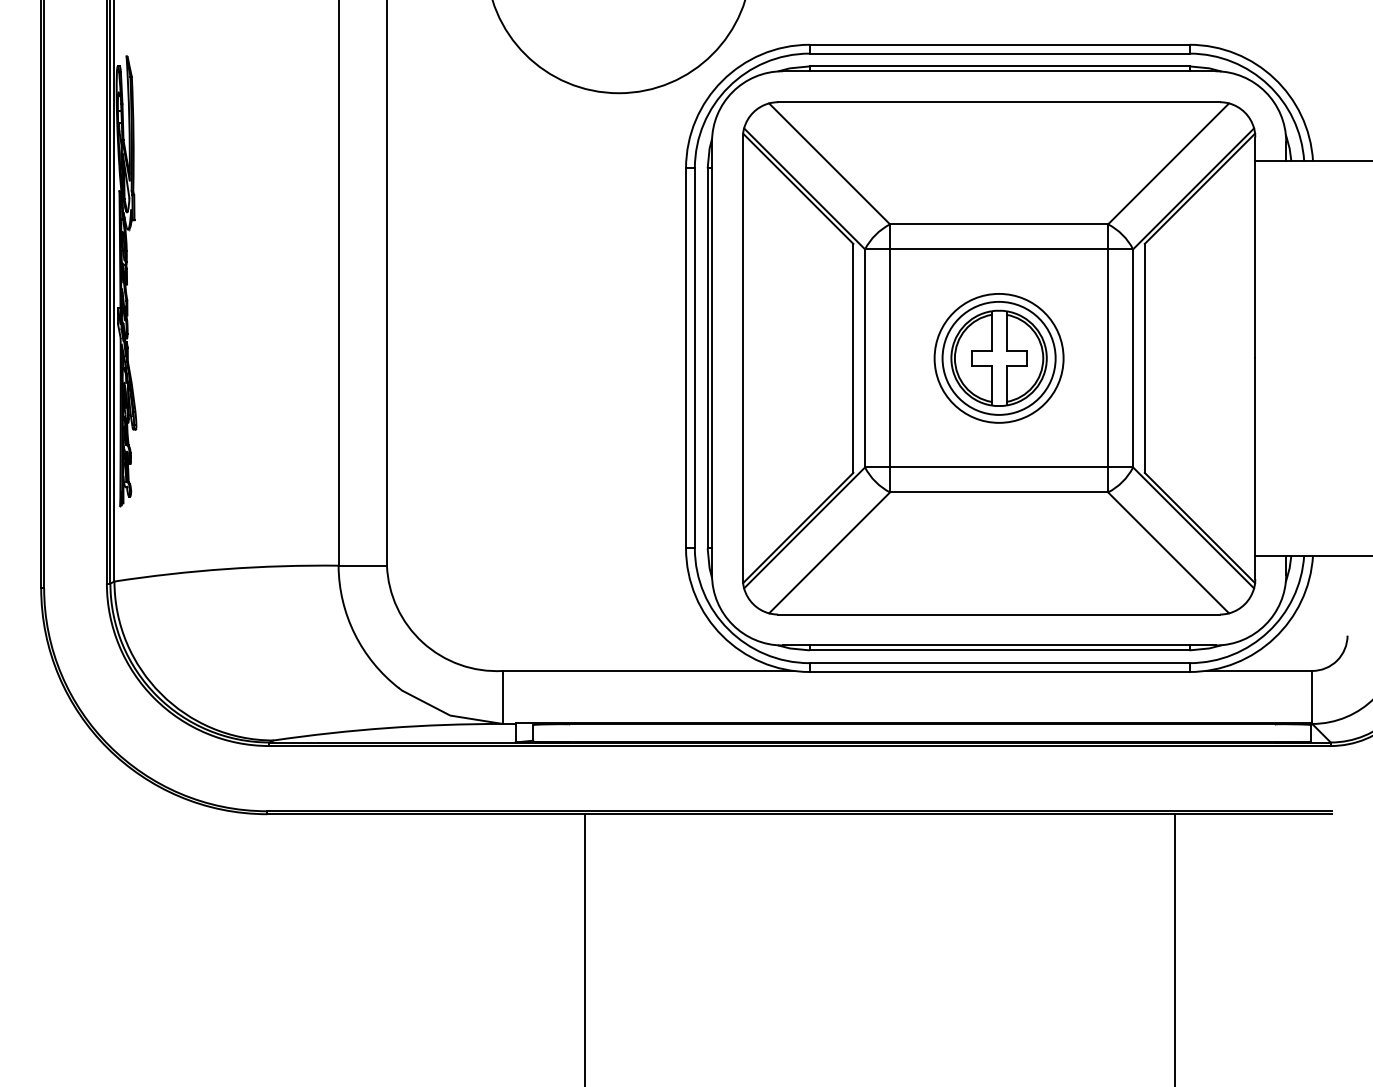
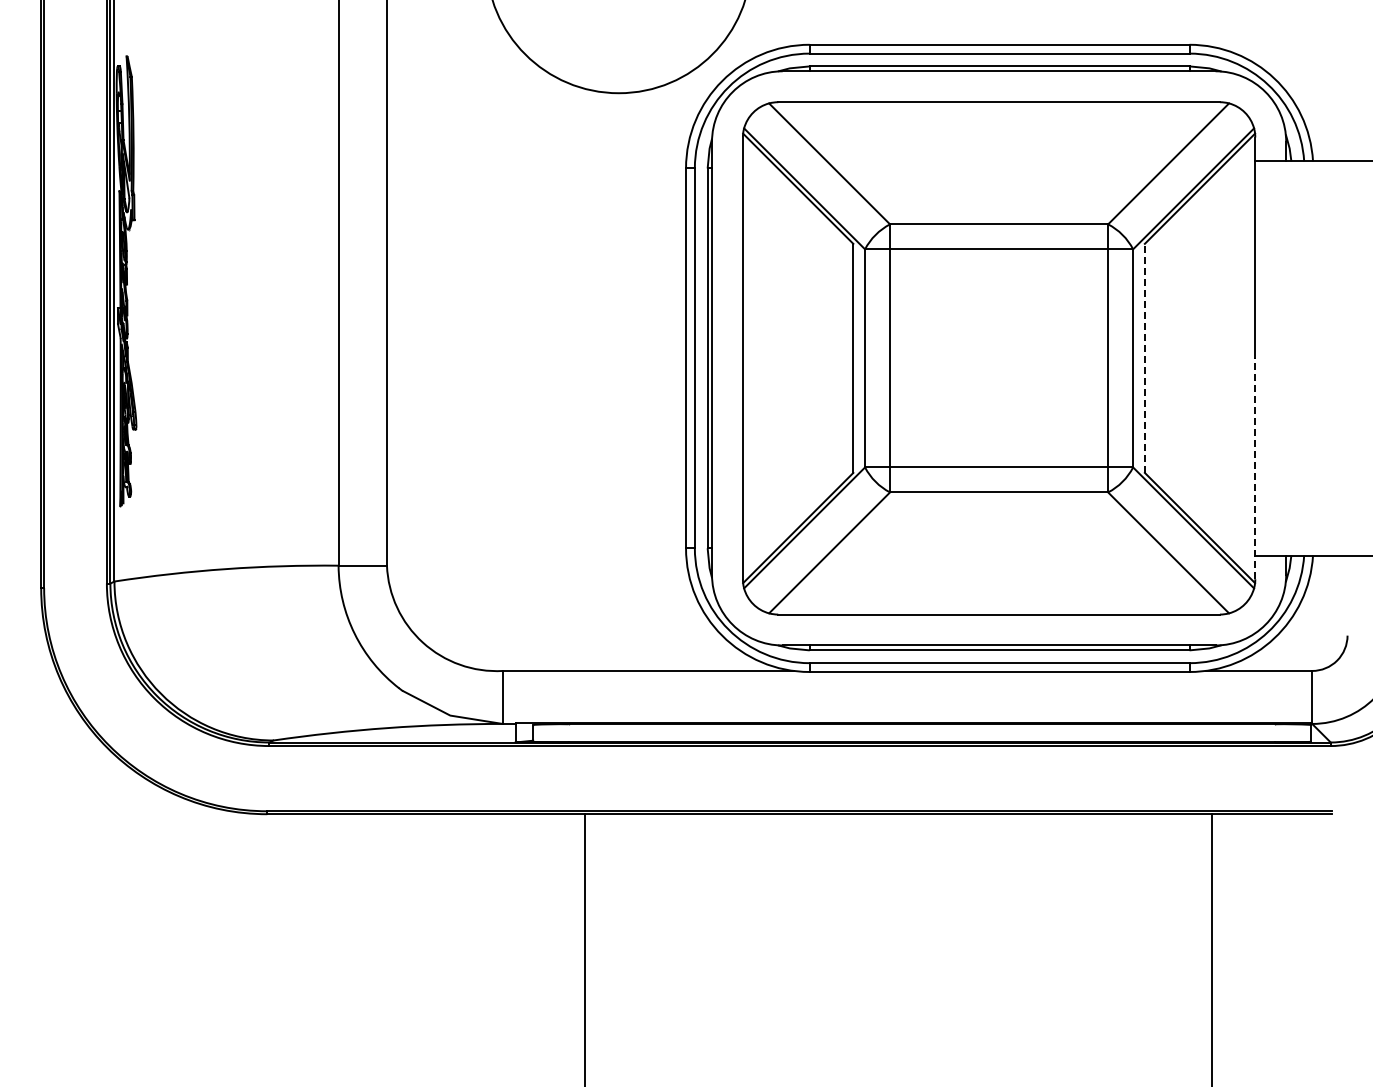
part at (998, 358): present -> none
line at (1144, 358): solid -> dashed
line at (1255, 468): solid -> dashed
line at (1175, 948) position: (1175, 948) -> (1212, 948)
